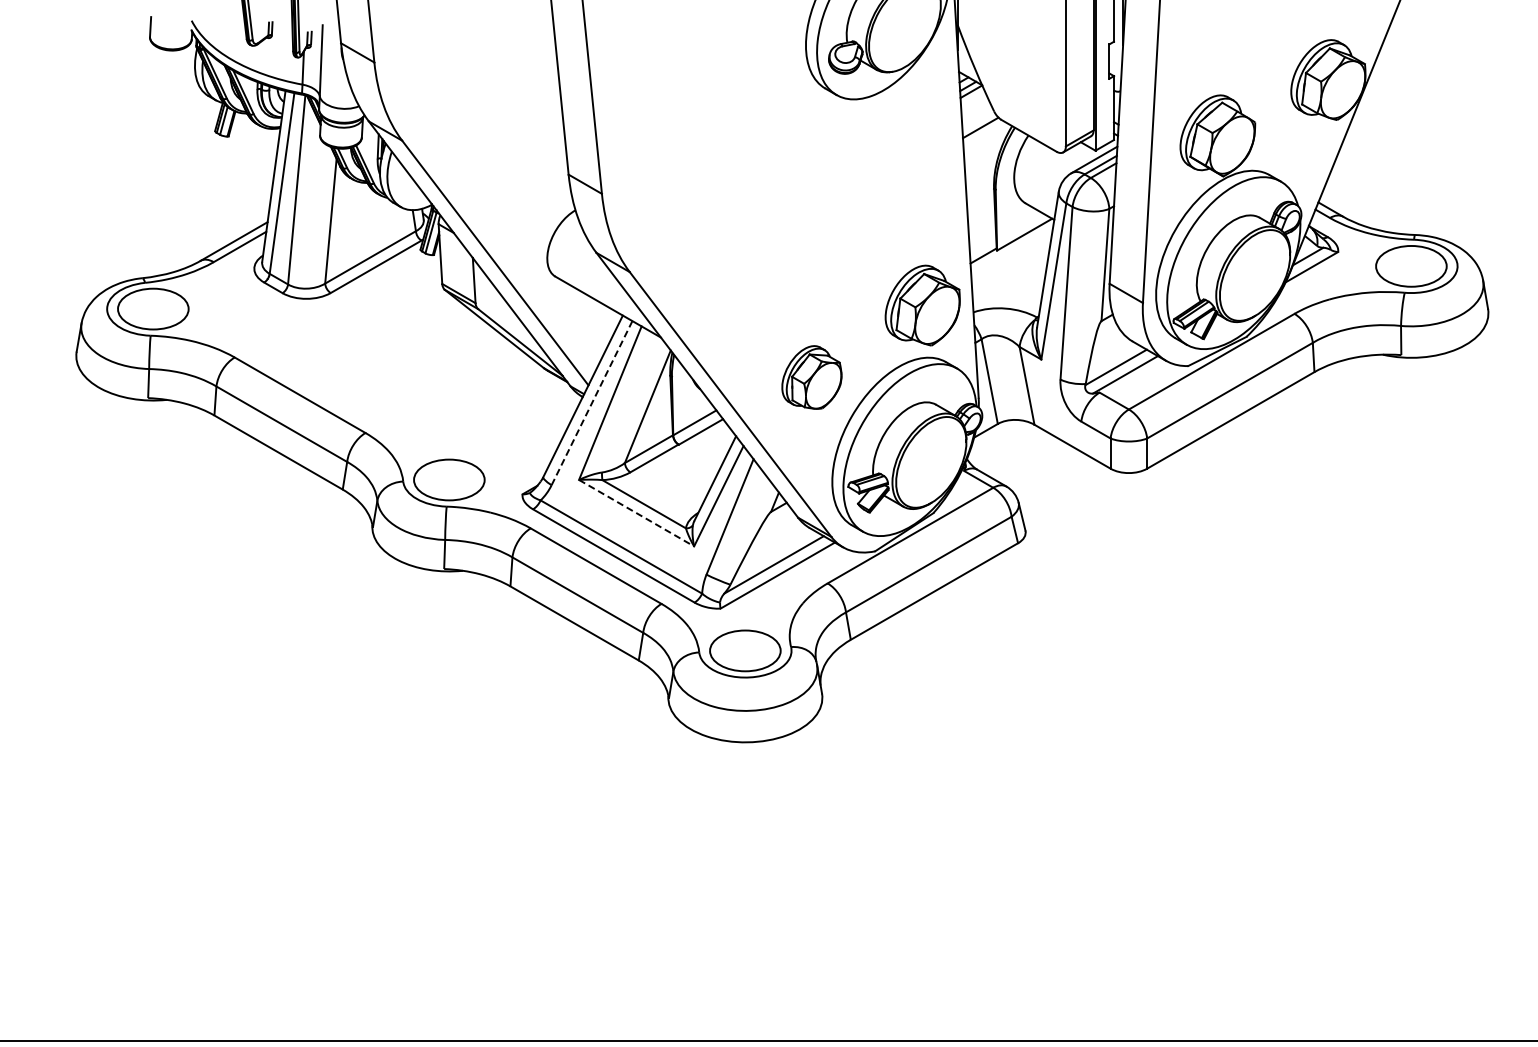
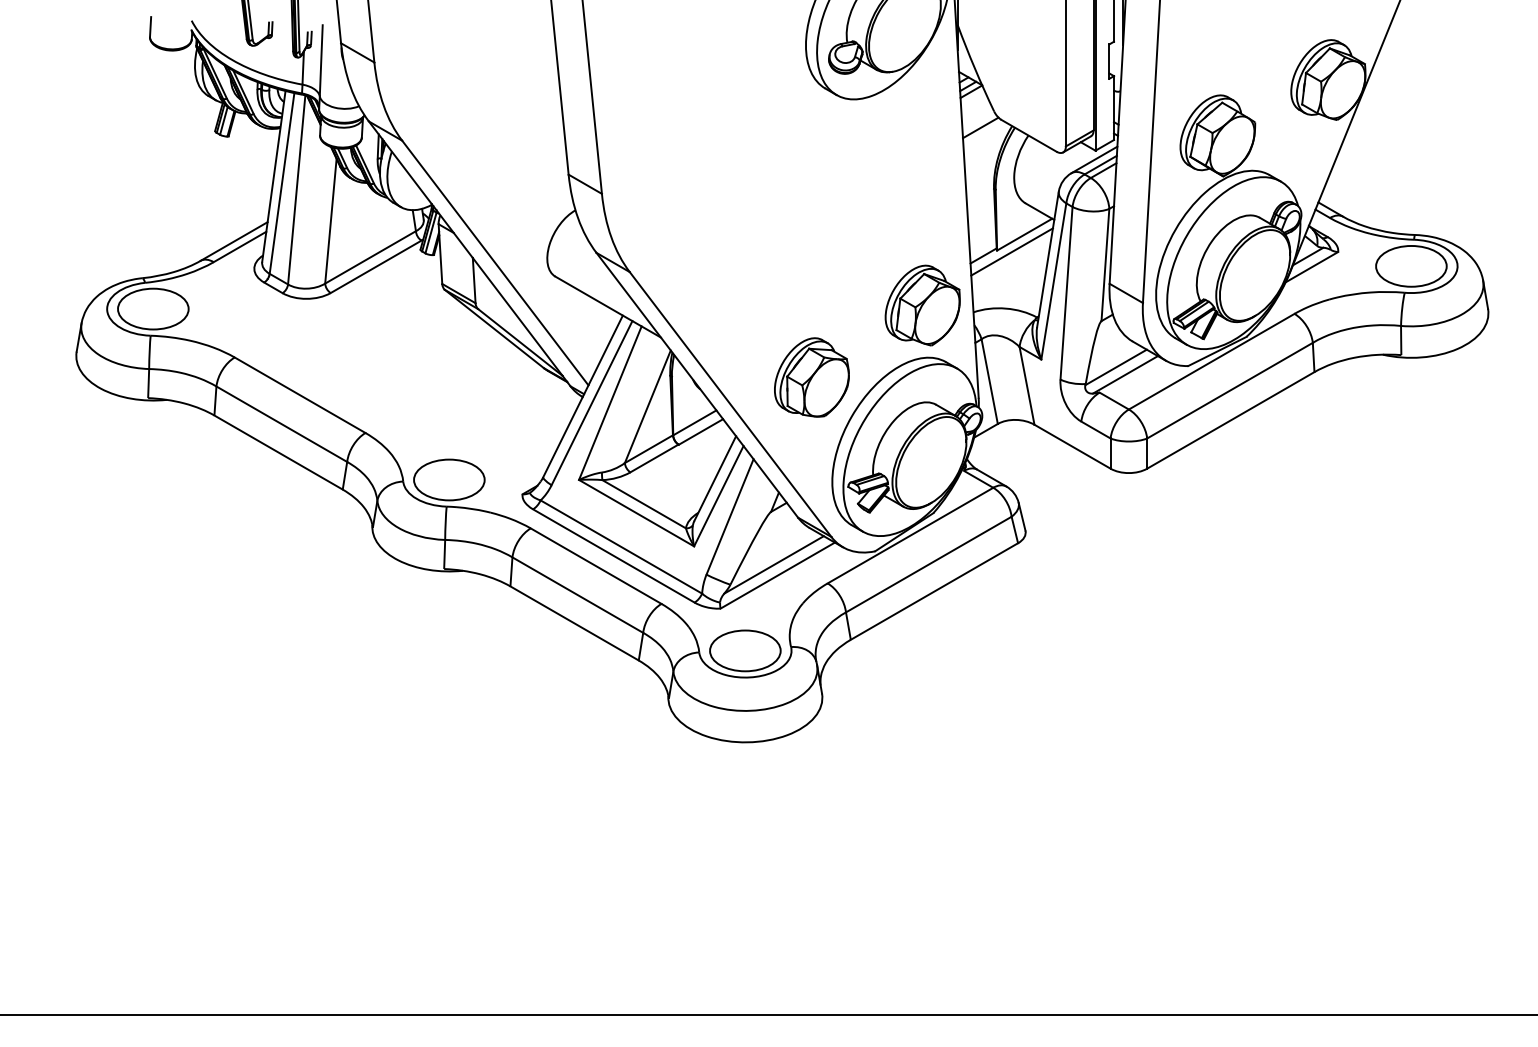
line at (1011, 251): none -> present
part at (811, 377) size: 62x65 px -> 76x81 px
line at (592, 402): dashed -> solid
line at (637, 513): dashed -> solid
line at (768, 1041) position: (768, 1041) -> (768, 1015)
